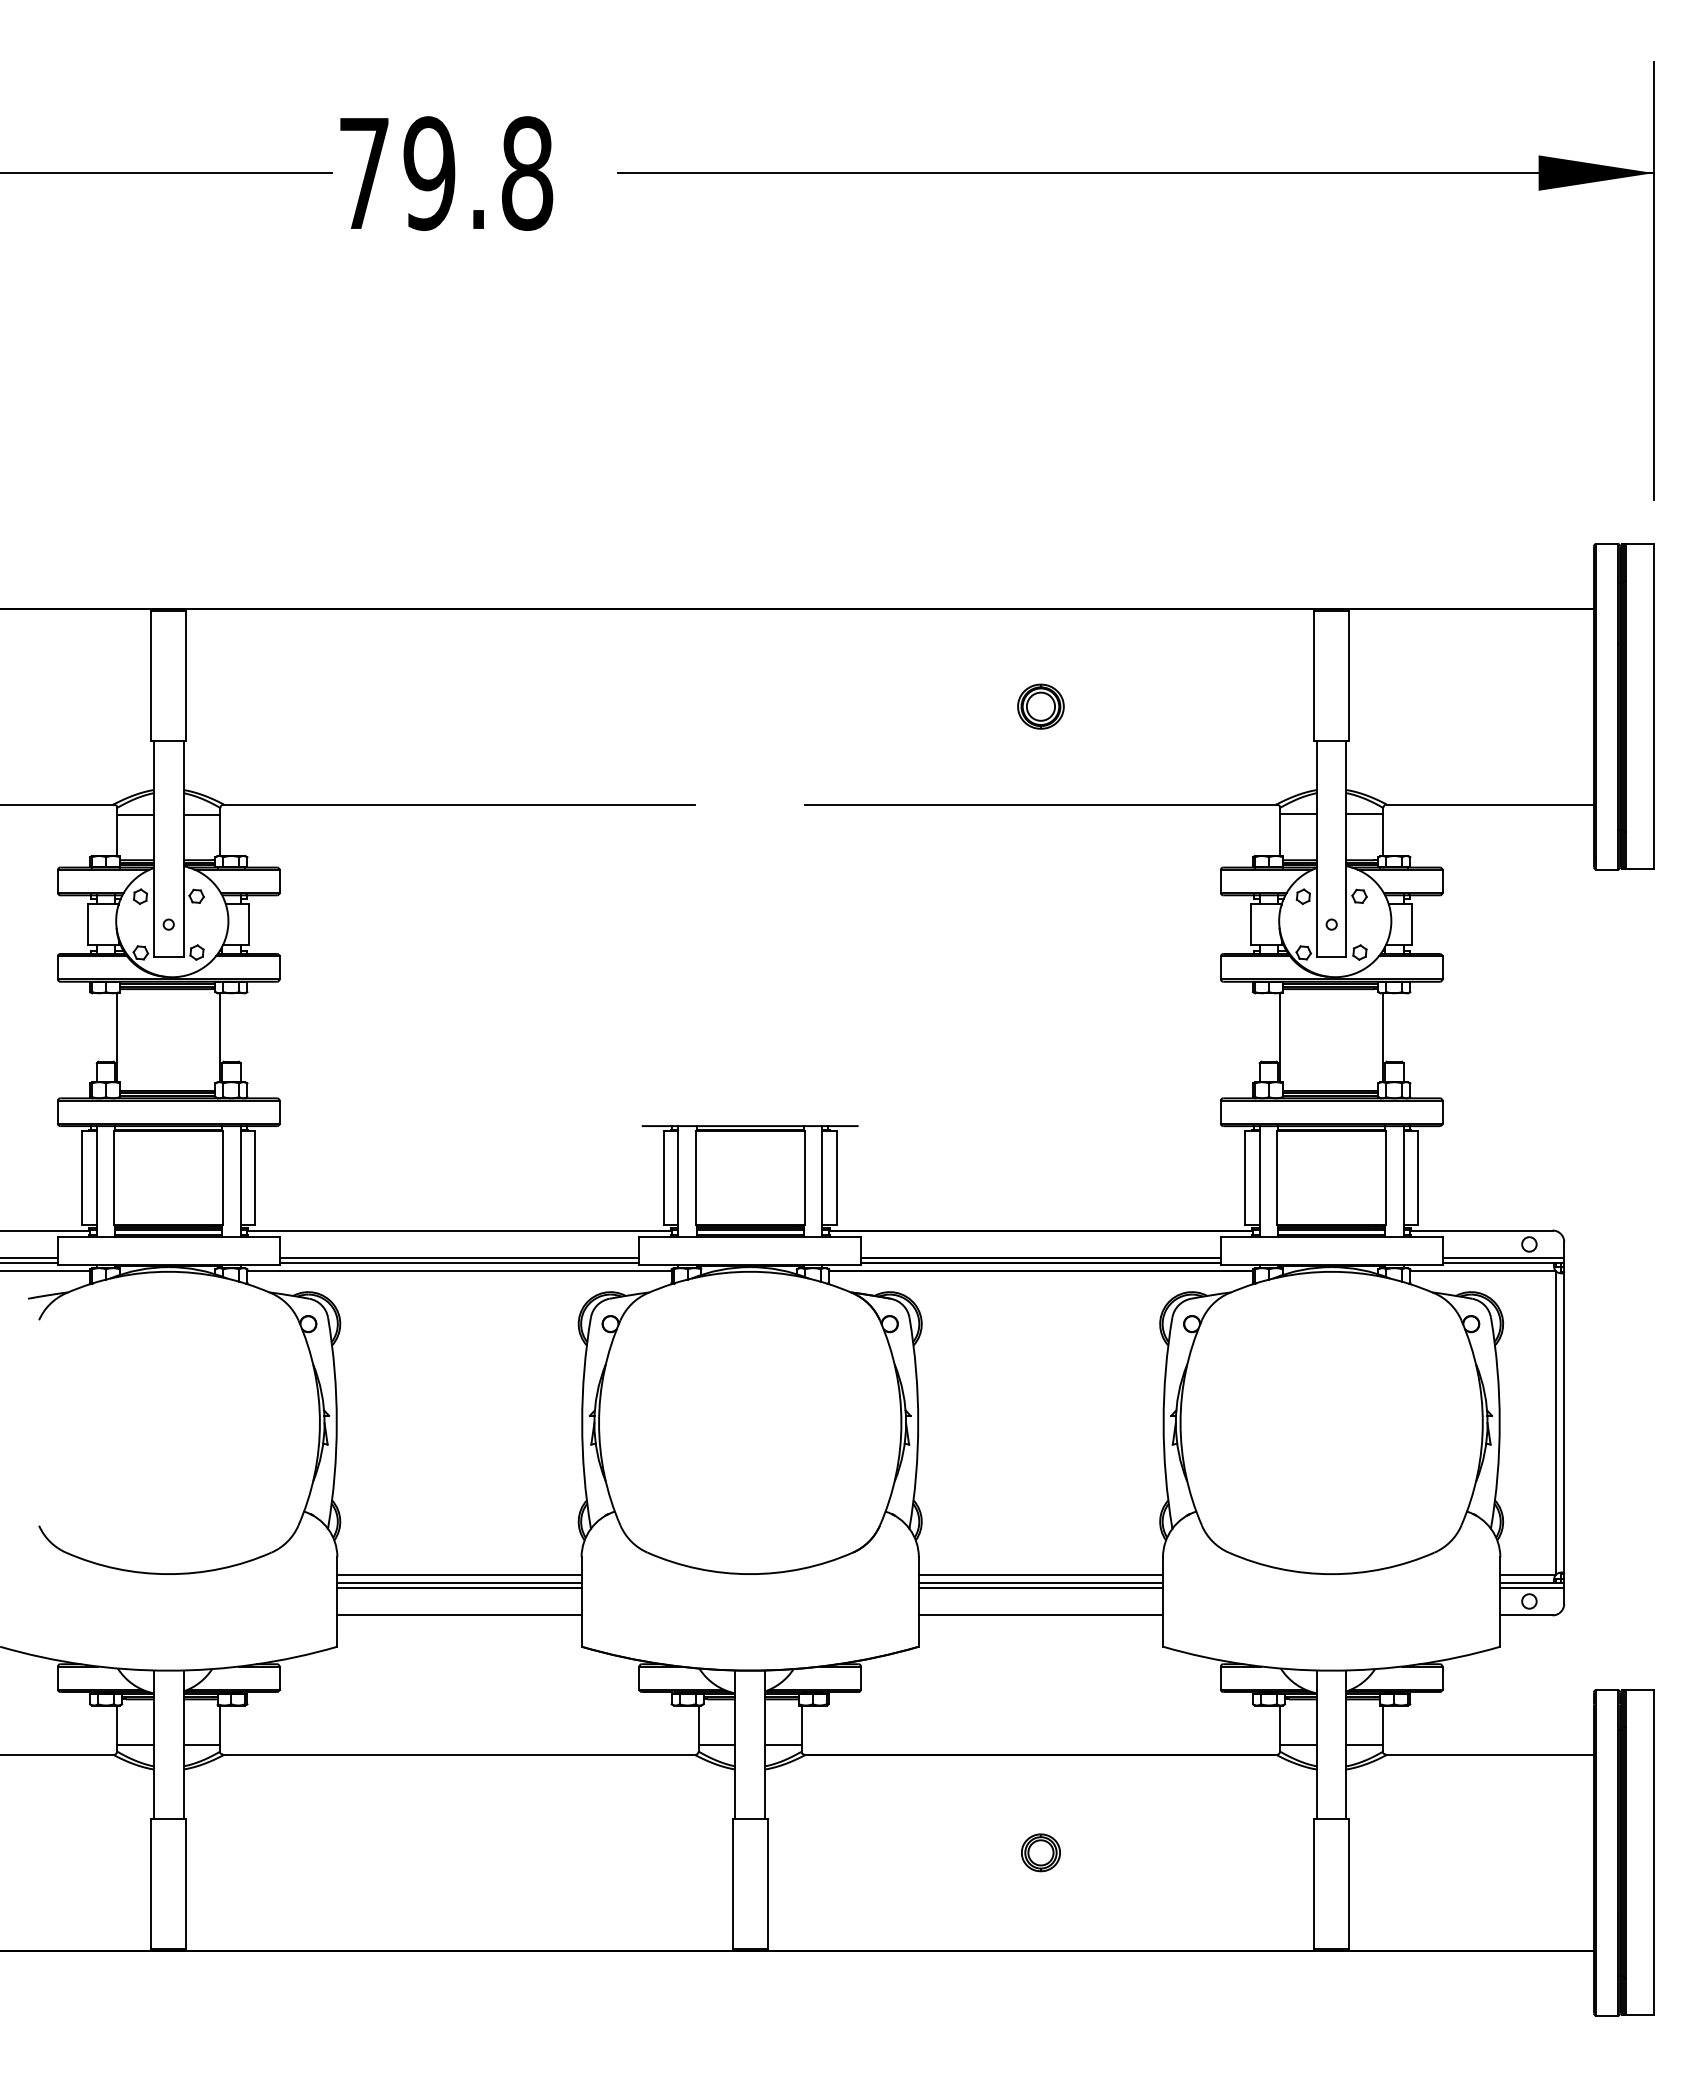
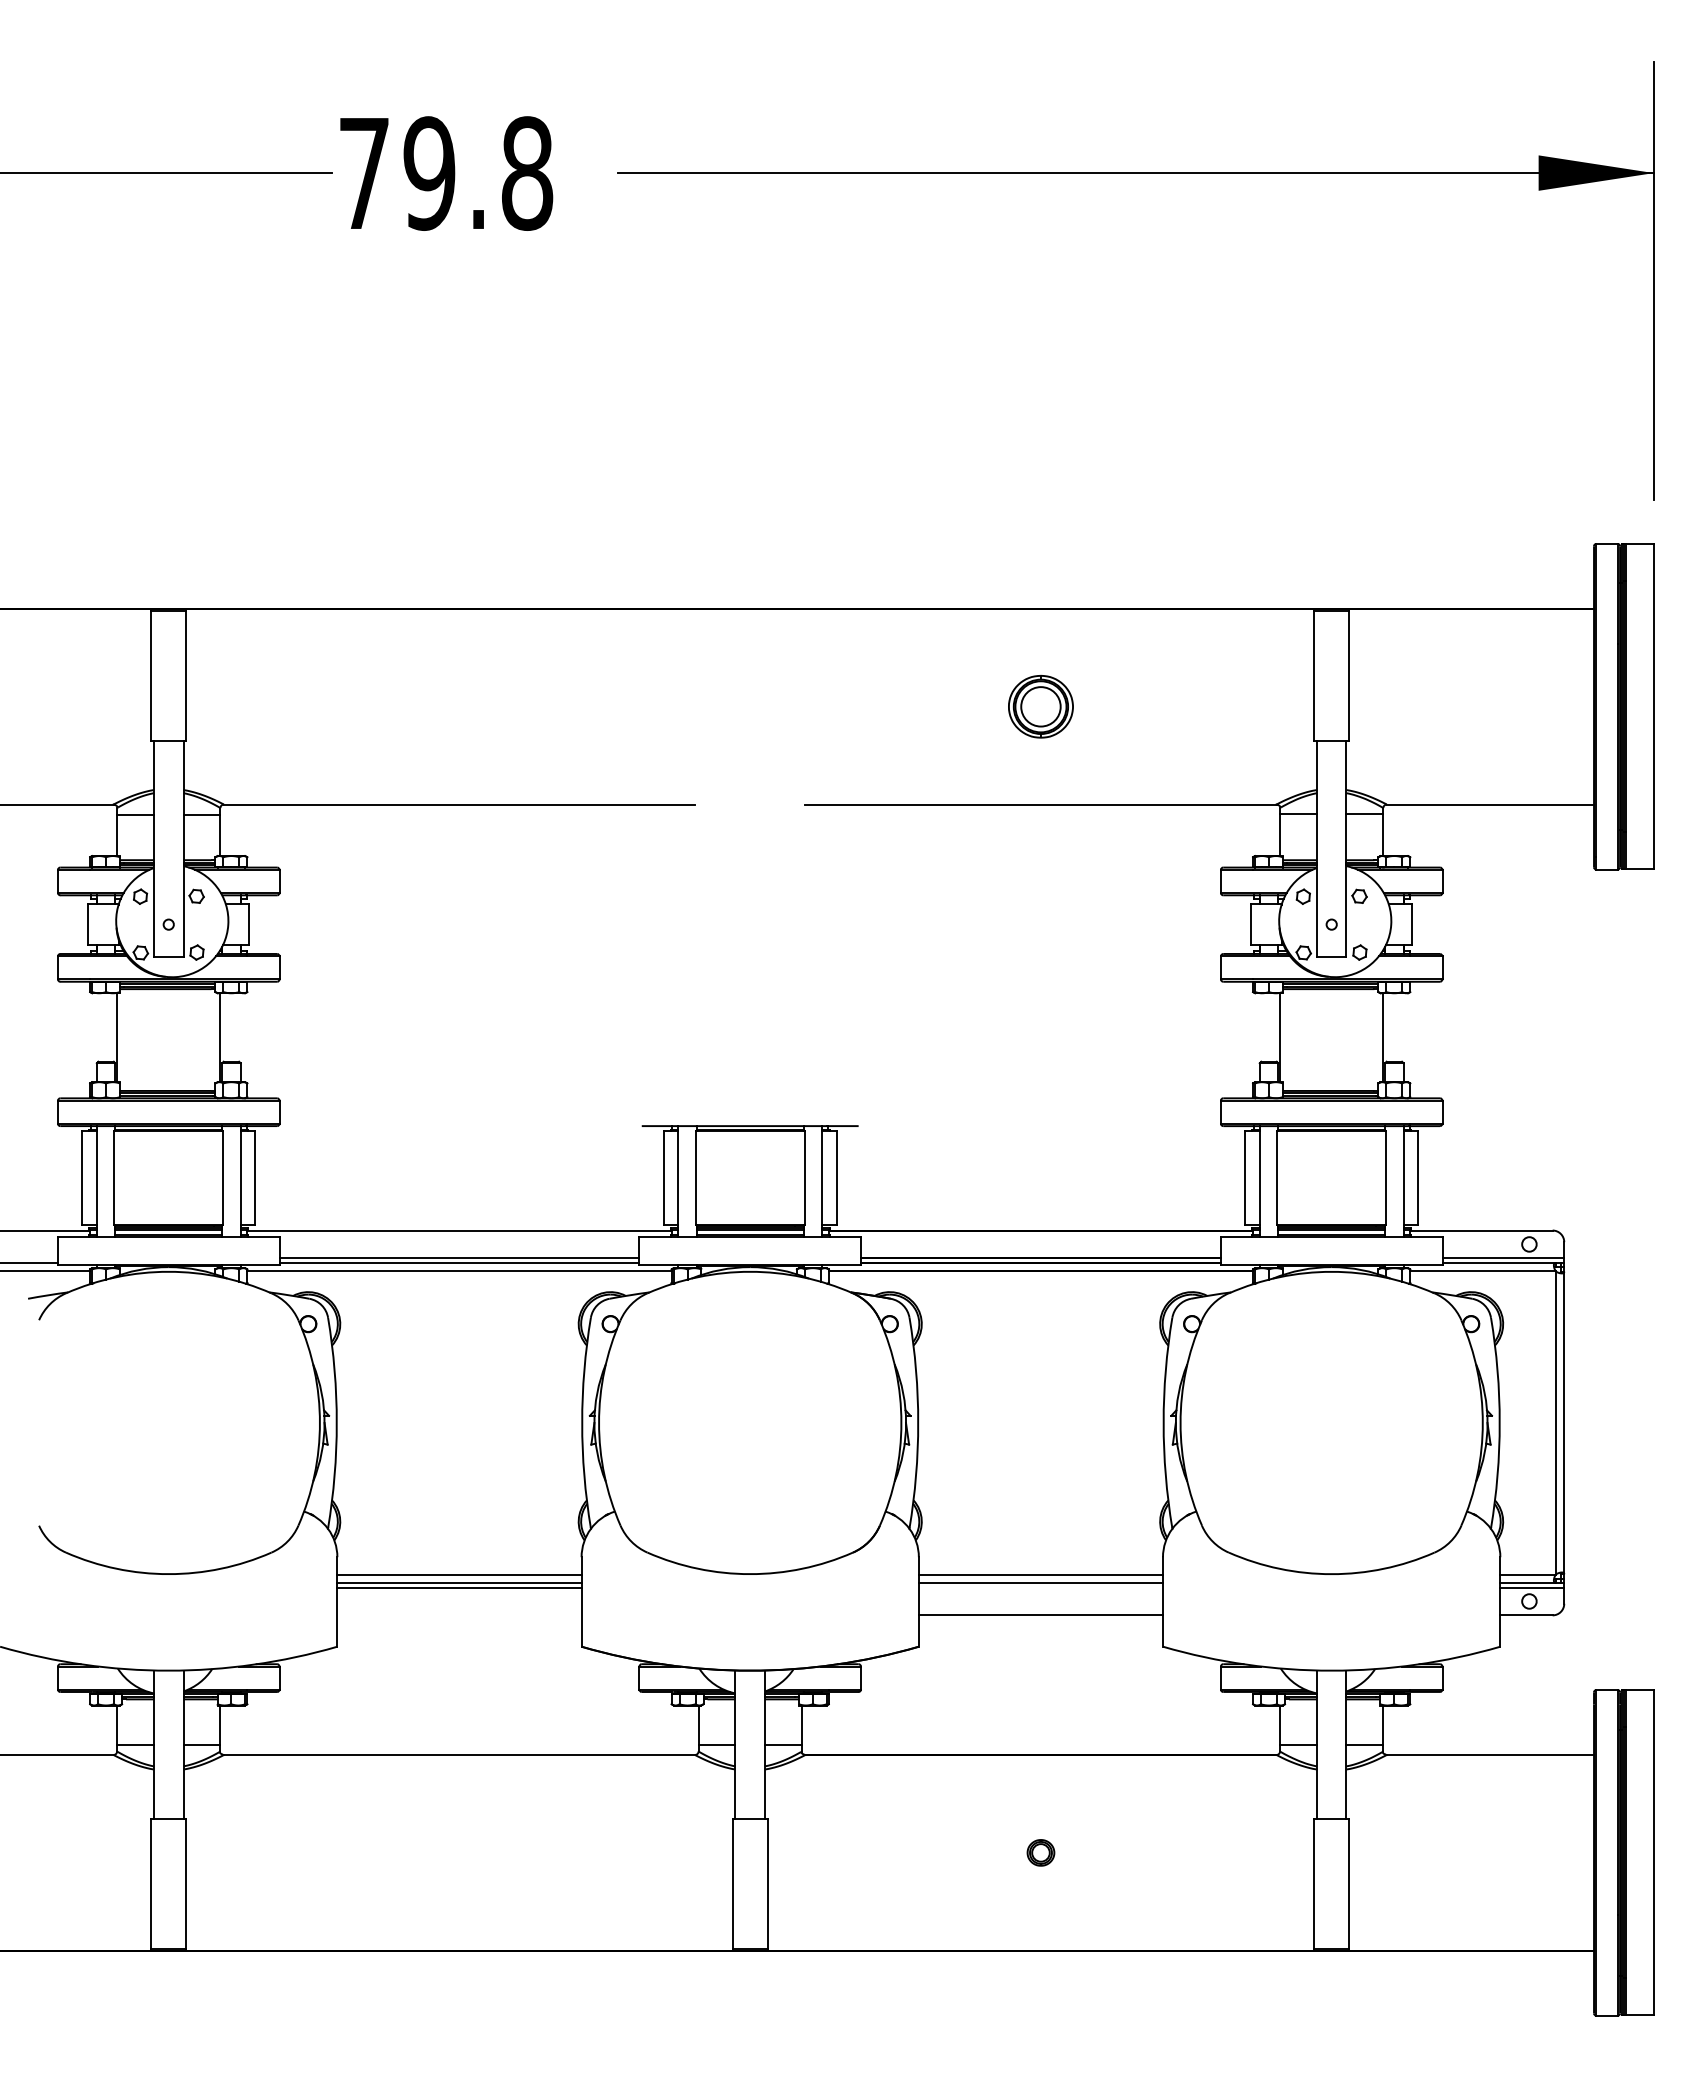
part at (1040, 706) size: 48x47 px -> 66x64 px
line at (29, 1258): present -> none
line at (1040, 1587): present -> none
line at (459, 1615): present -> none
part at (1040, 1852) size: 40x40 px -> 30x28 px
